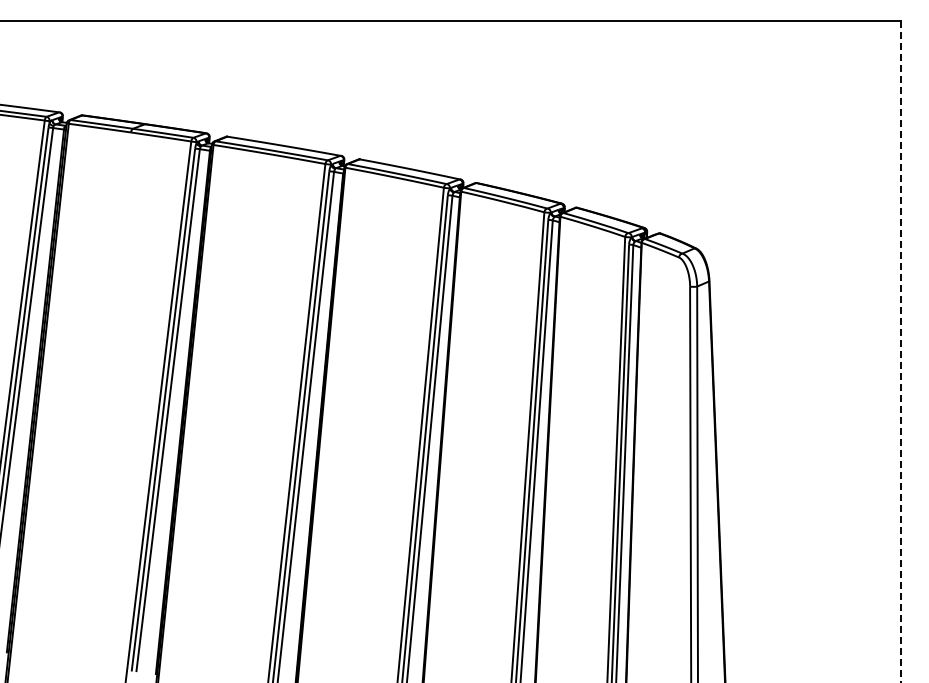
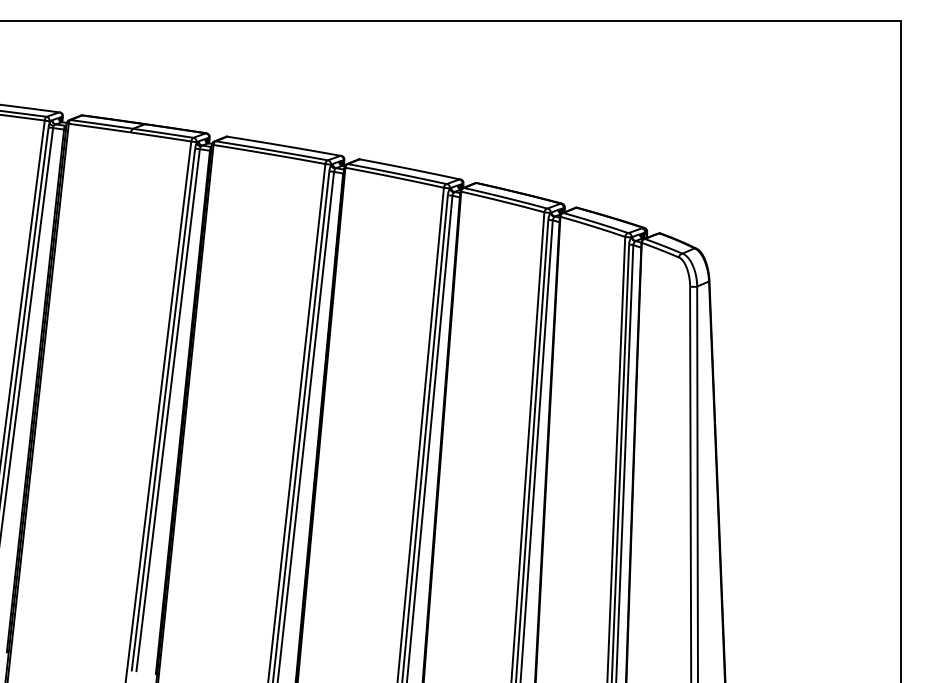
line at (901, 351): dashed -> solid
